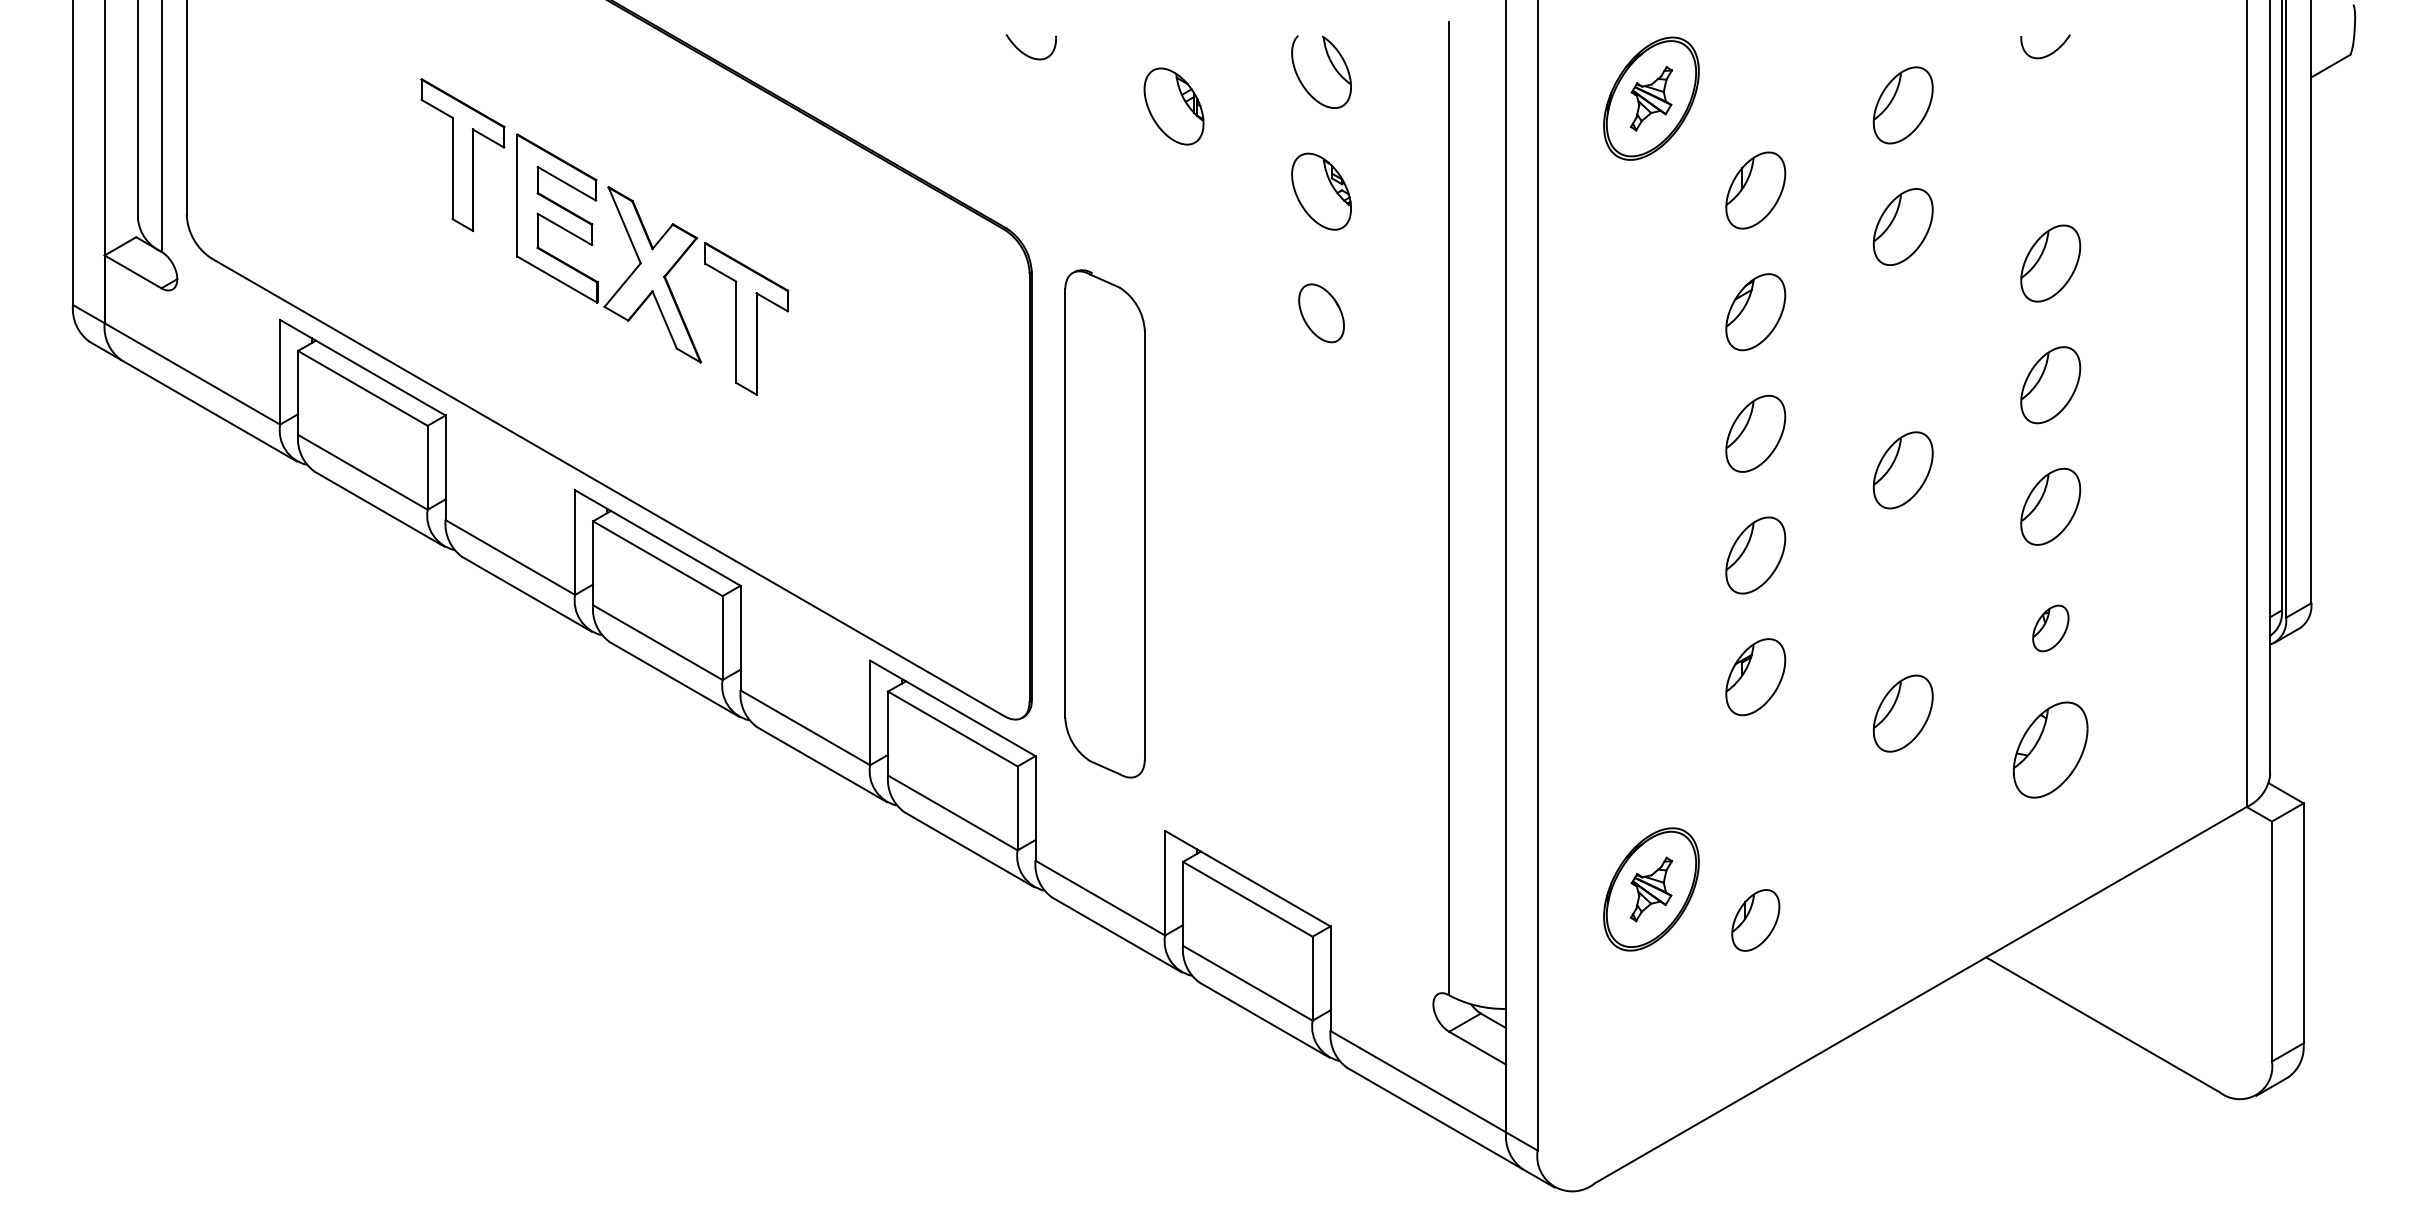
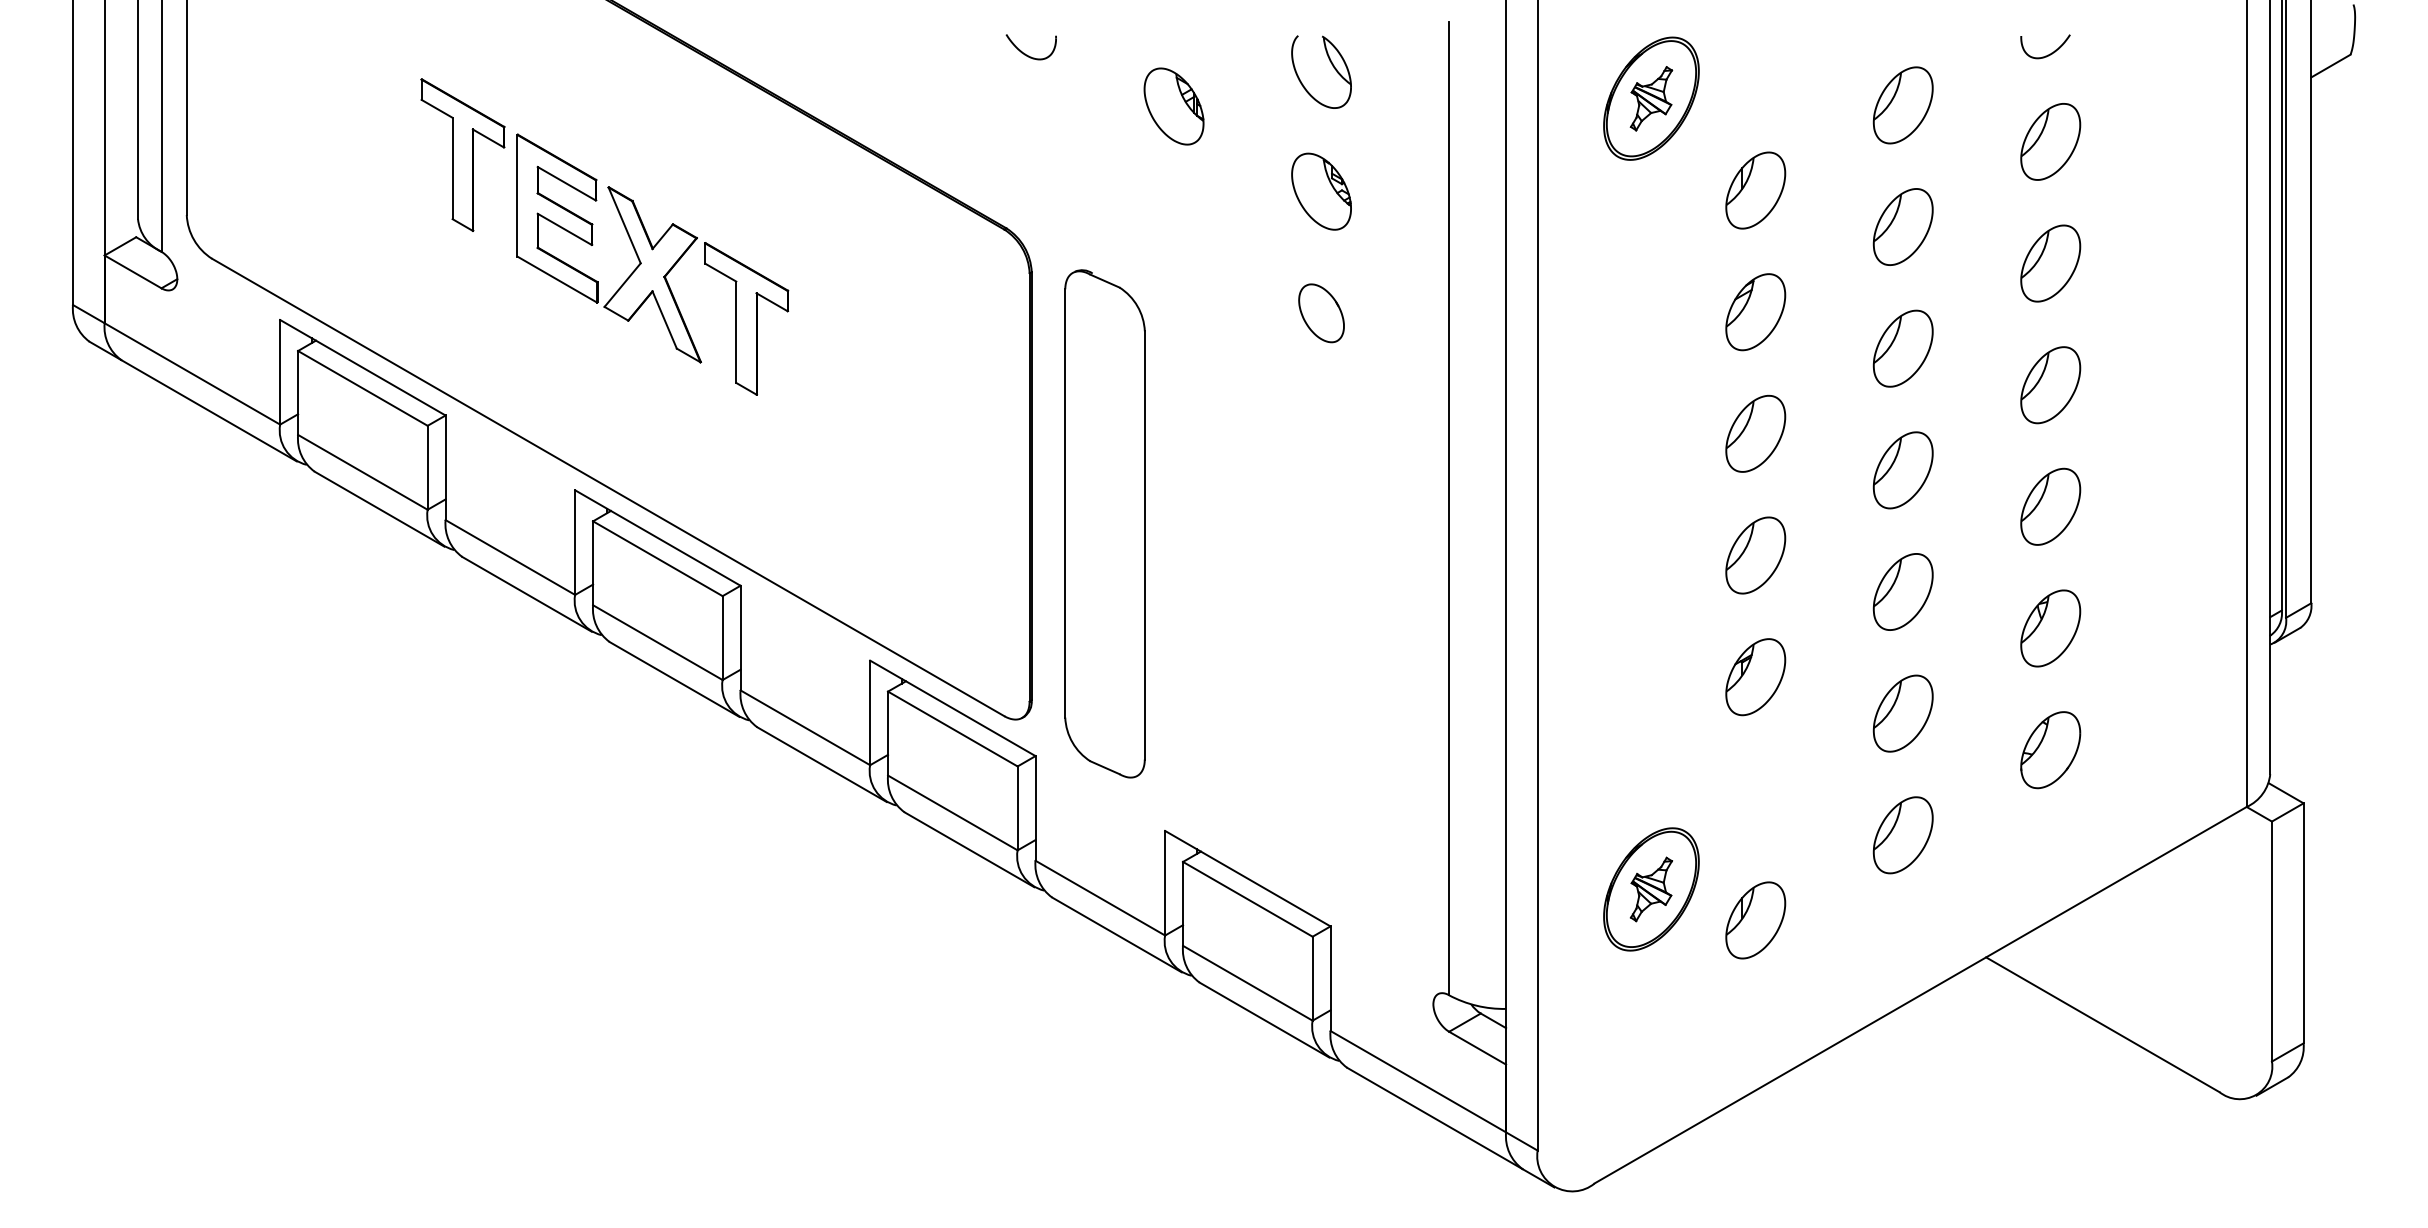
part at (2050, 141): none -> present
part at (1902, 348): none -> present
part at (1902, 591): none -> present
part at (2050, 628) size: 38x49 px -> 62x79 px
part at (2050, 749) size: 77x98 px -> 62x79 px
part at (1902, 835): none -> present
part at (1755, 920) size: 50x63 px -> 62x79 px
